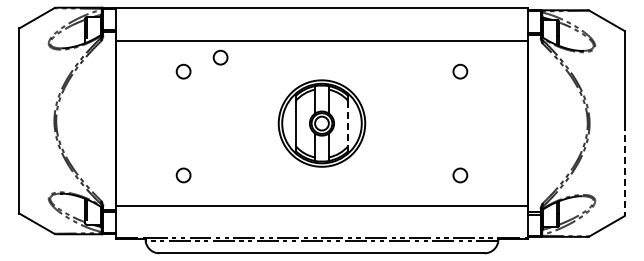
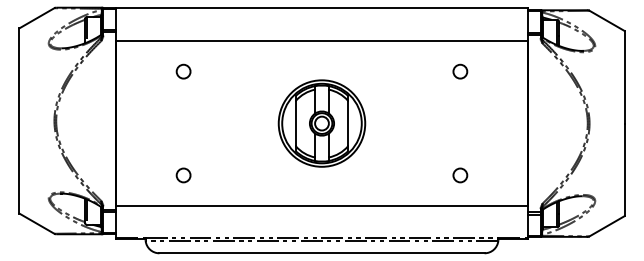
circle at (220, 57): present -> none
line at (347, 123): dashed -> solid
line at (624, 170): dashed -> solid
